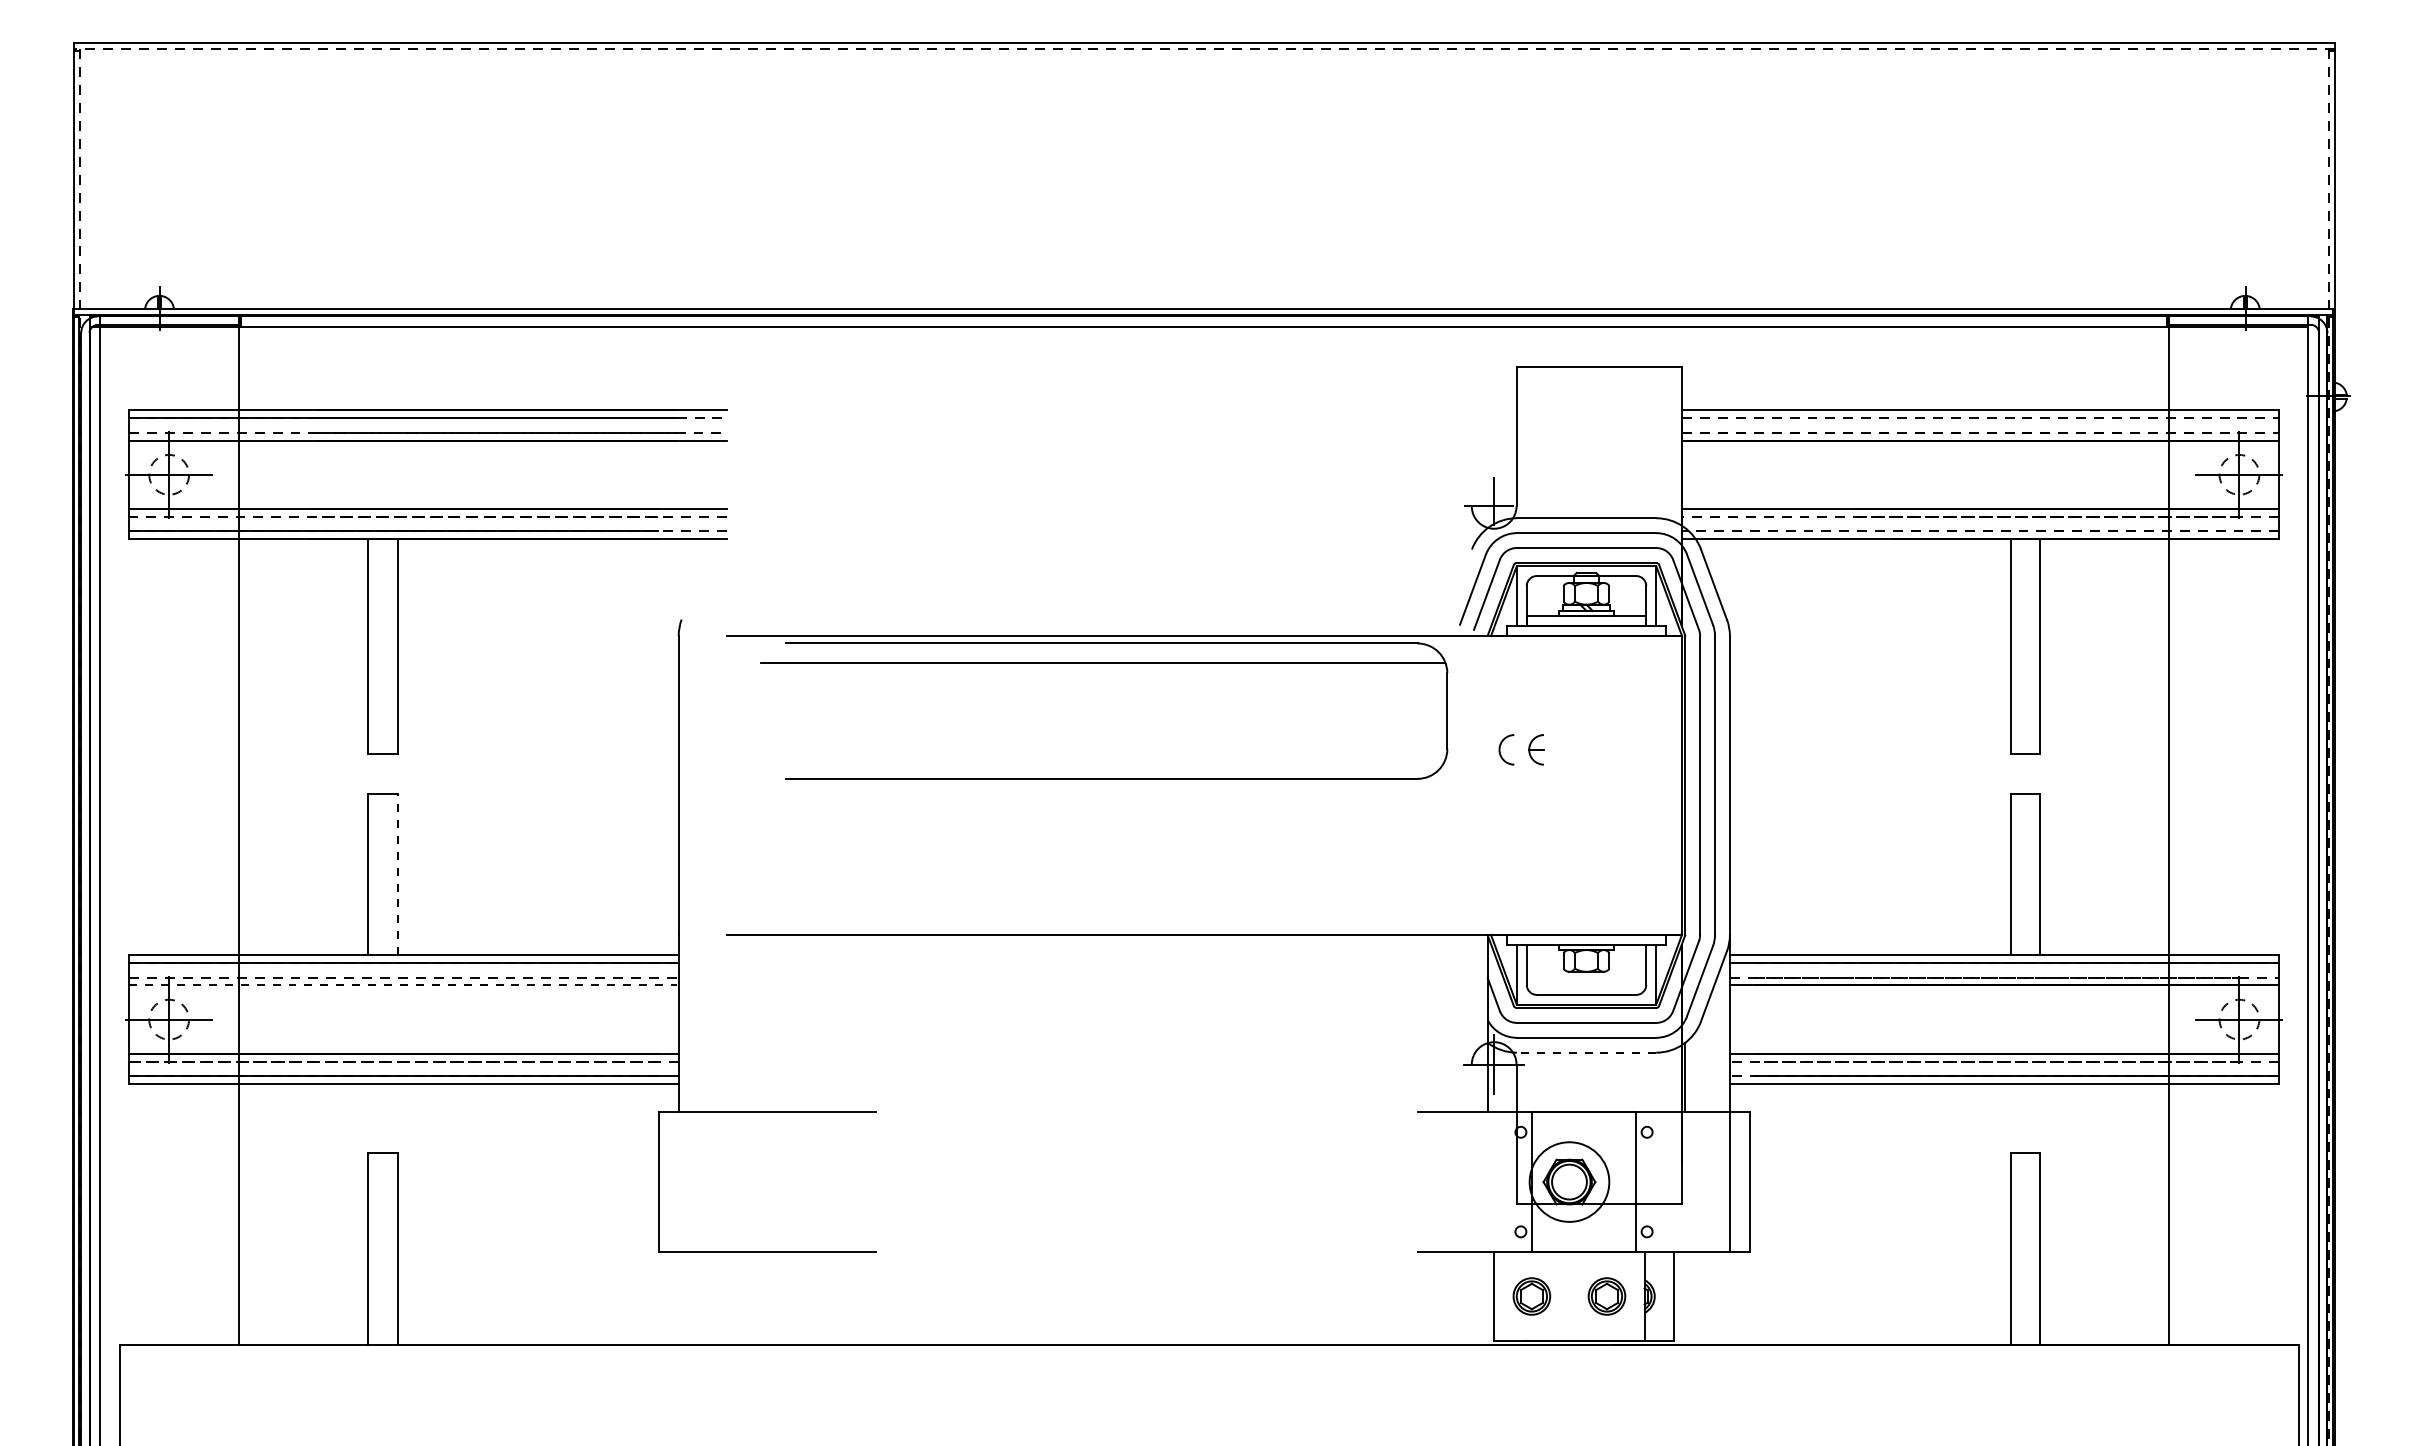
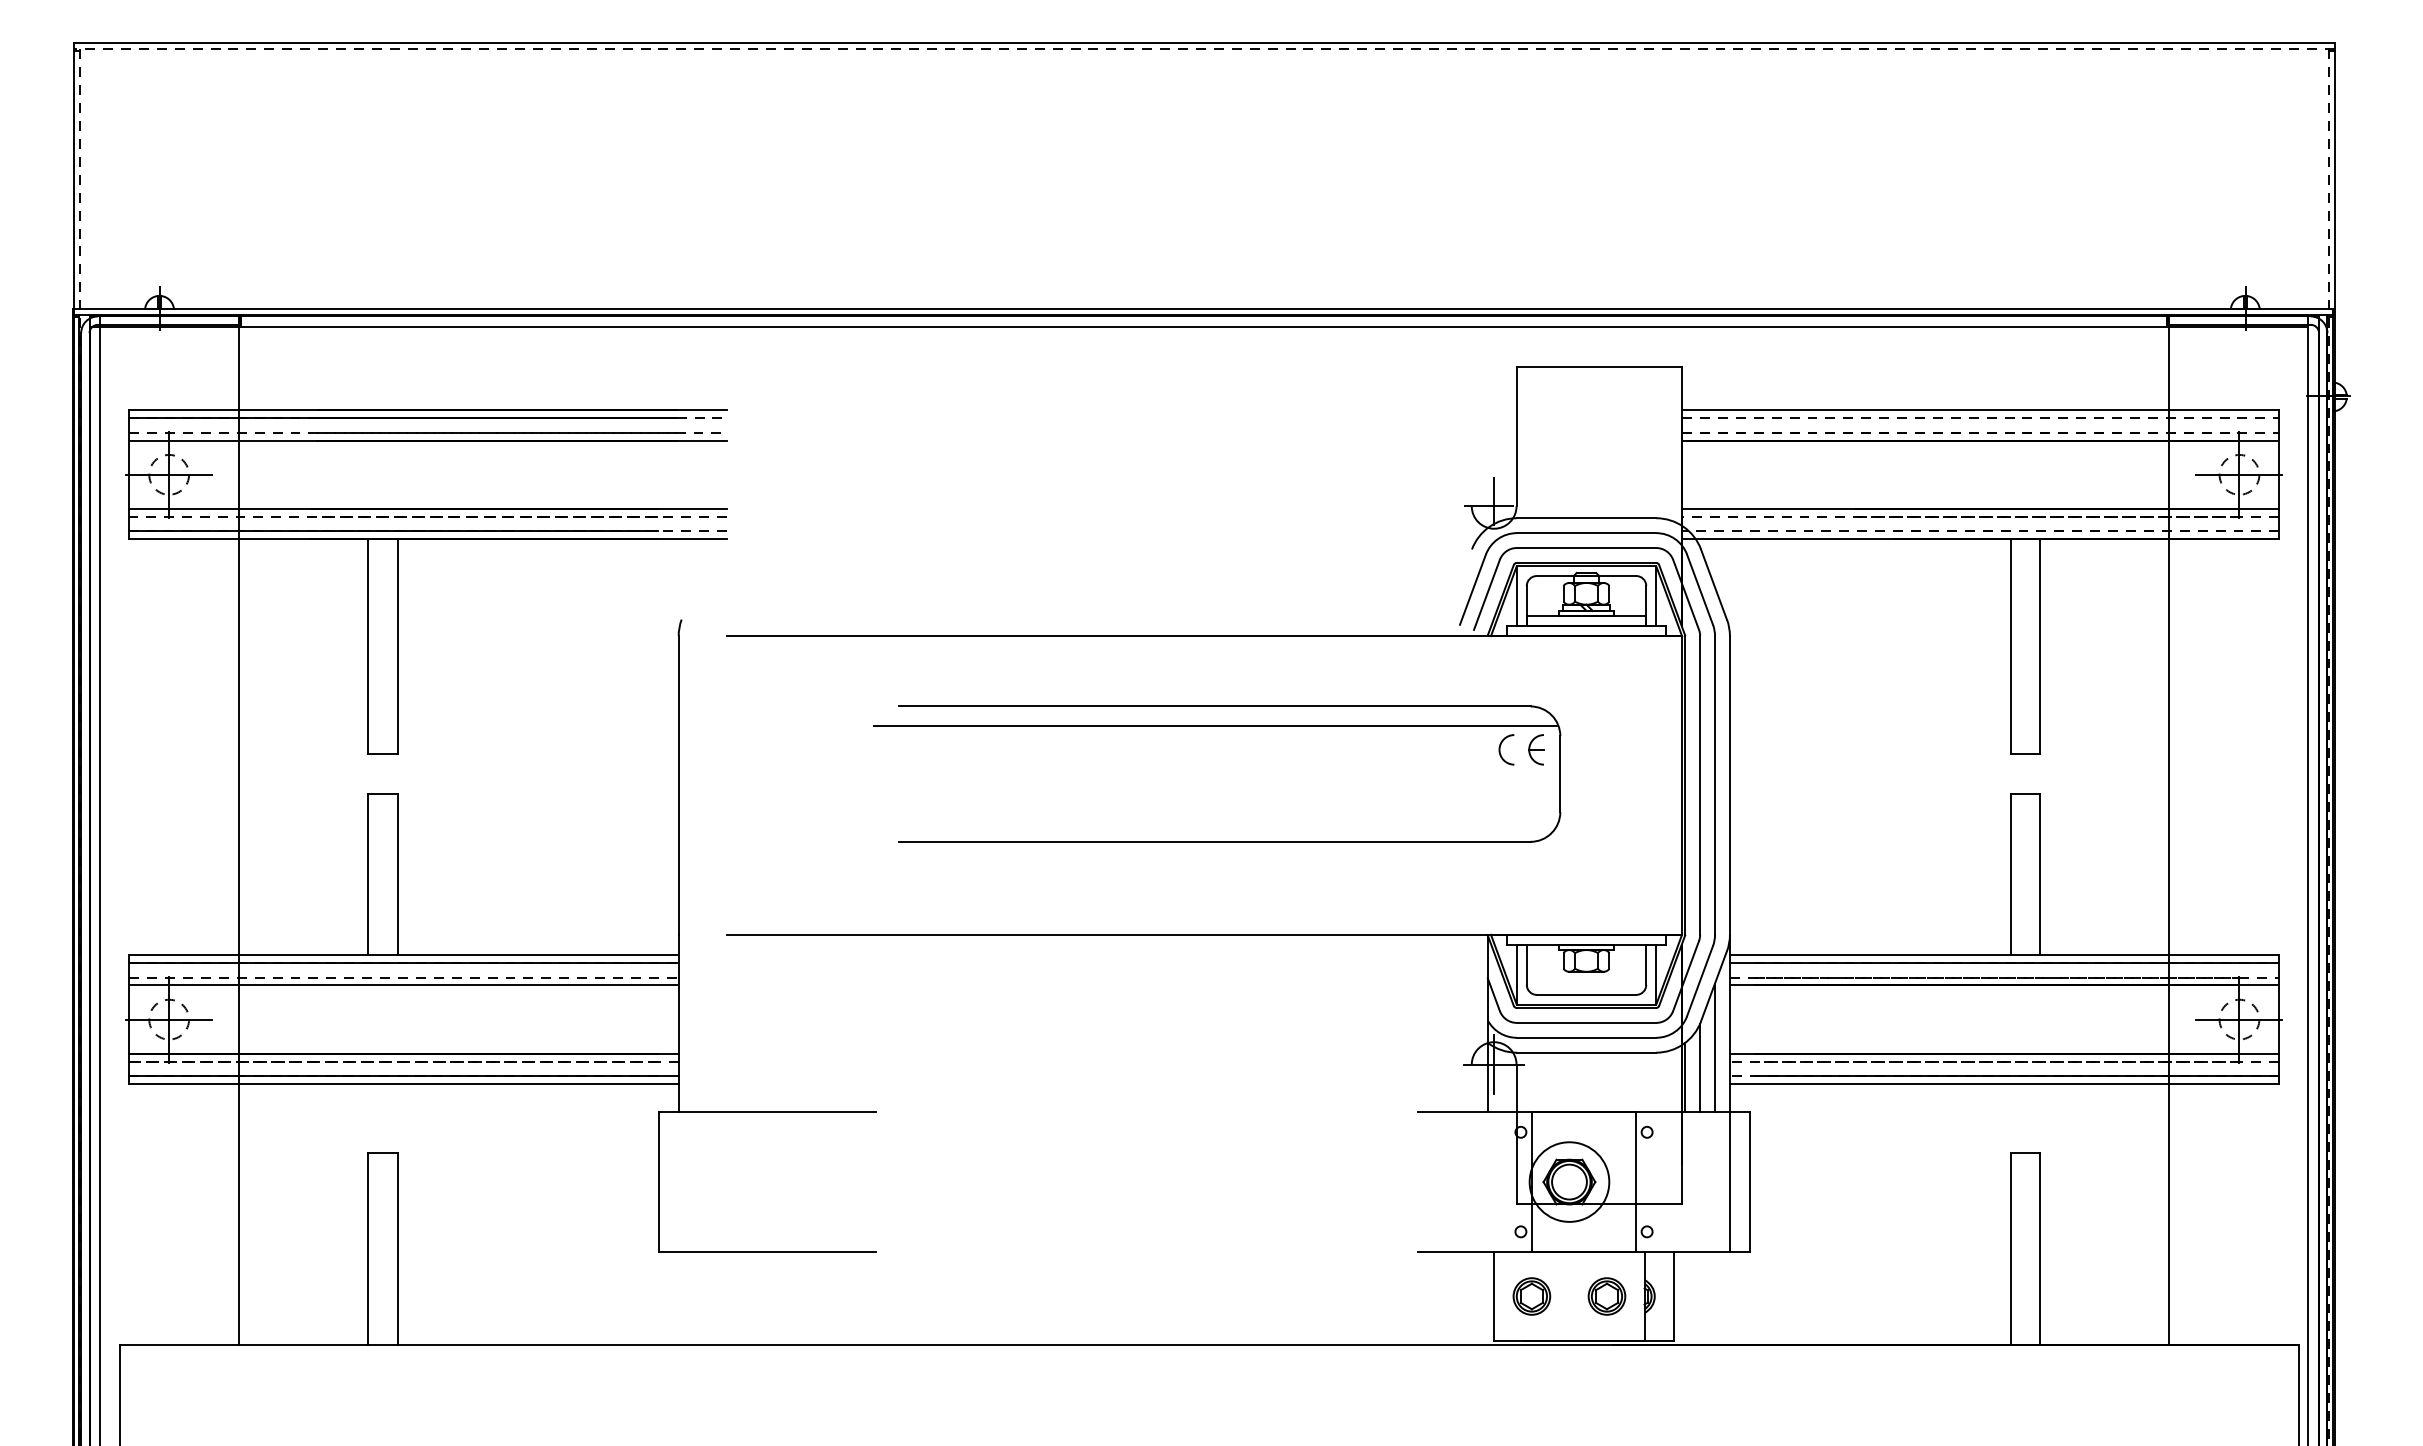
part at (1104, 663) position: (1104, 663) -> (1217, 726)
line at (398, 874): dashed -> solid
line at (403, 985): dashed -> solid
line at (1715, 1047): none -> present
line at (1586, 1052): dashed -> solid
line at (1700, 1067): none -> present
